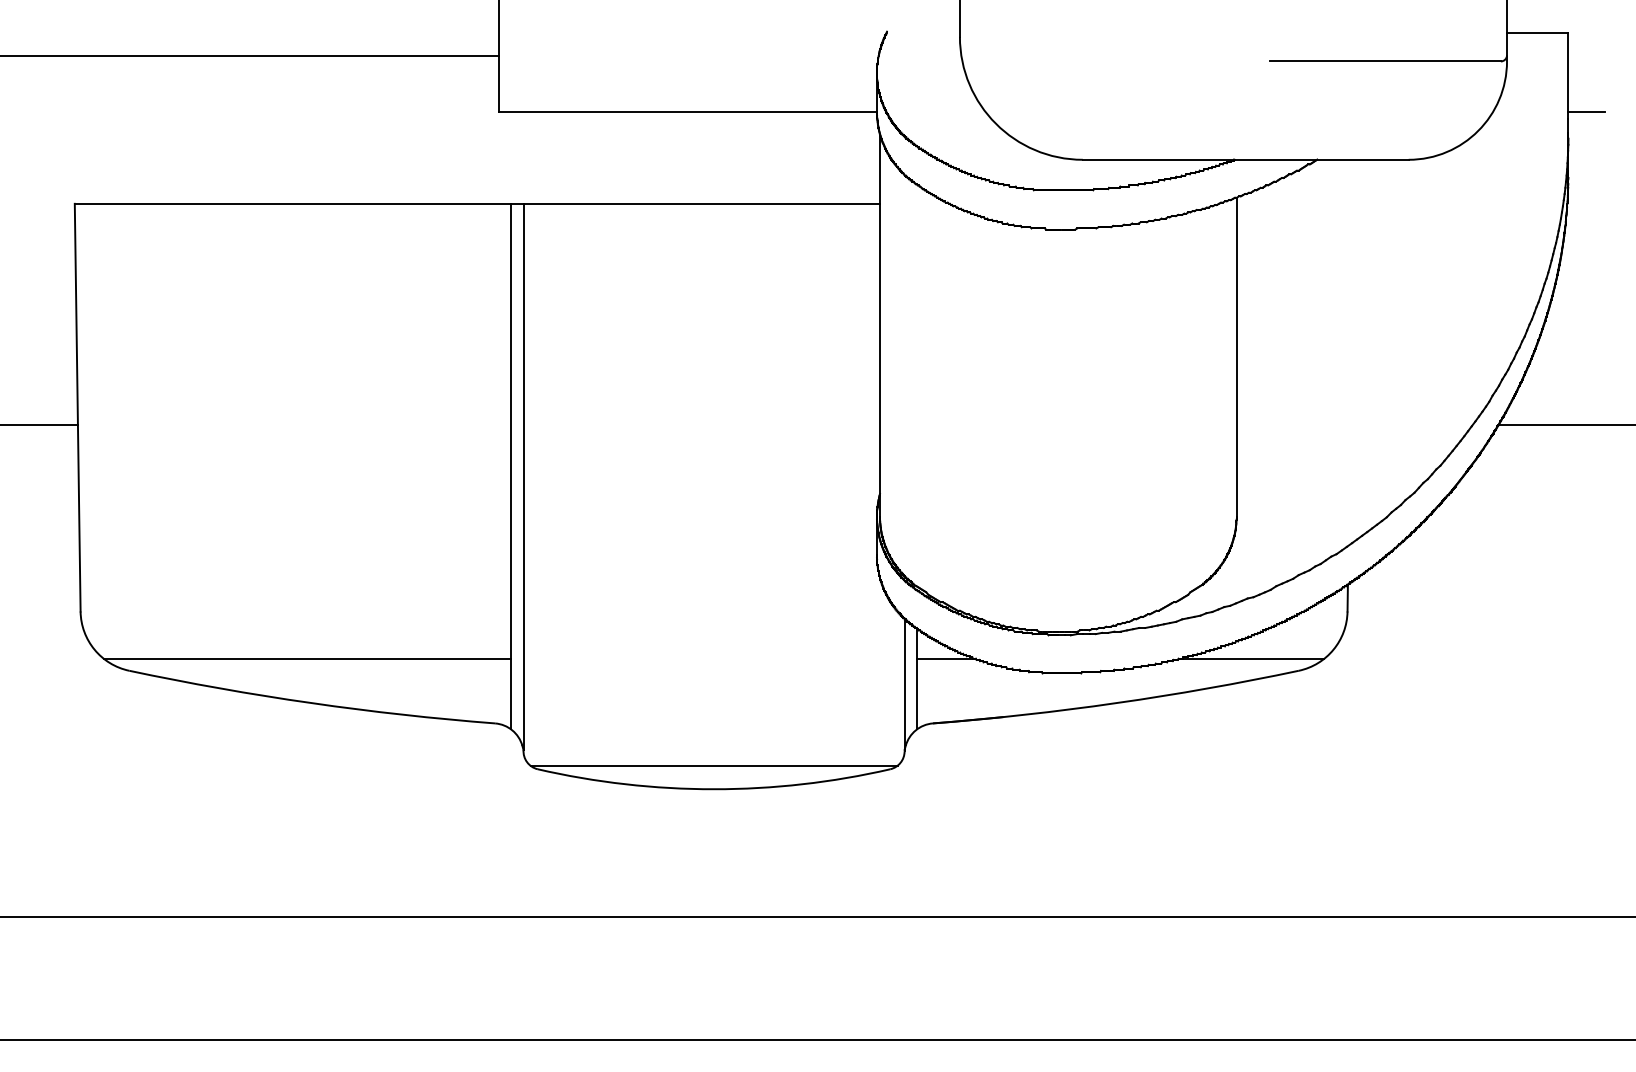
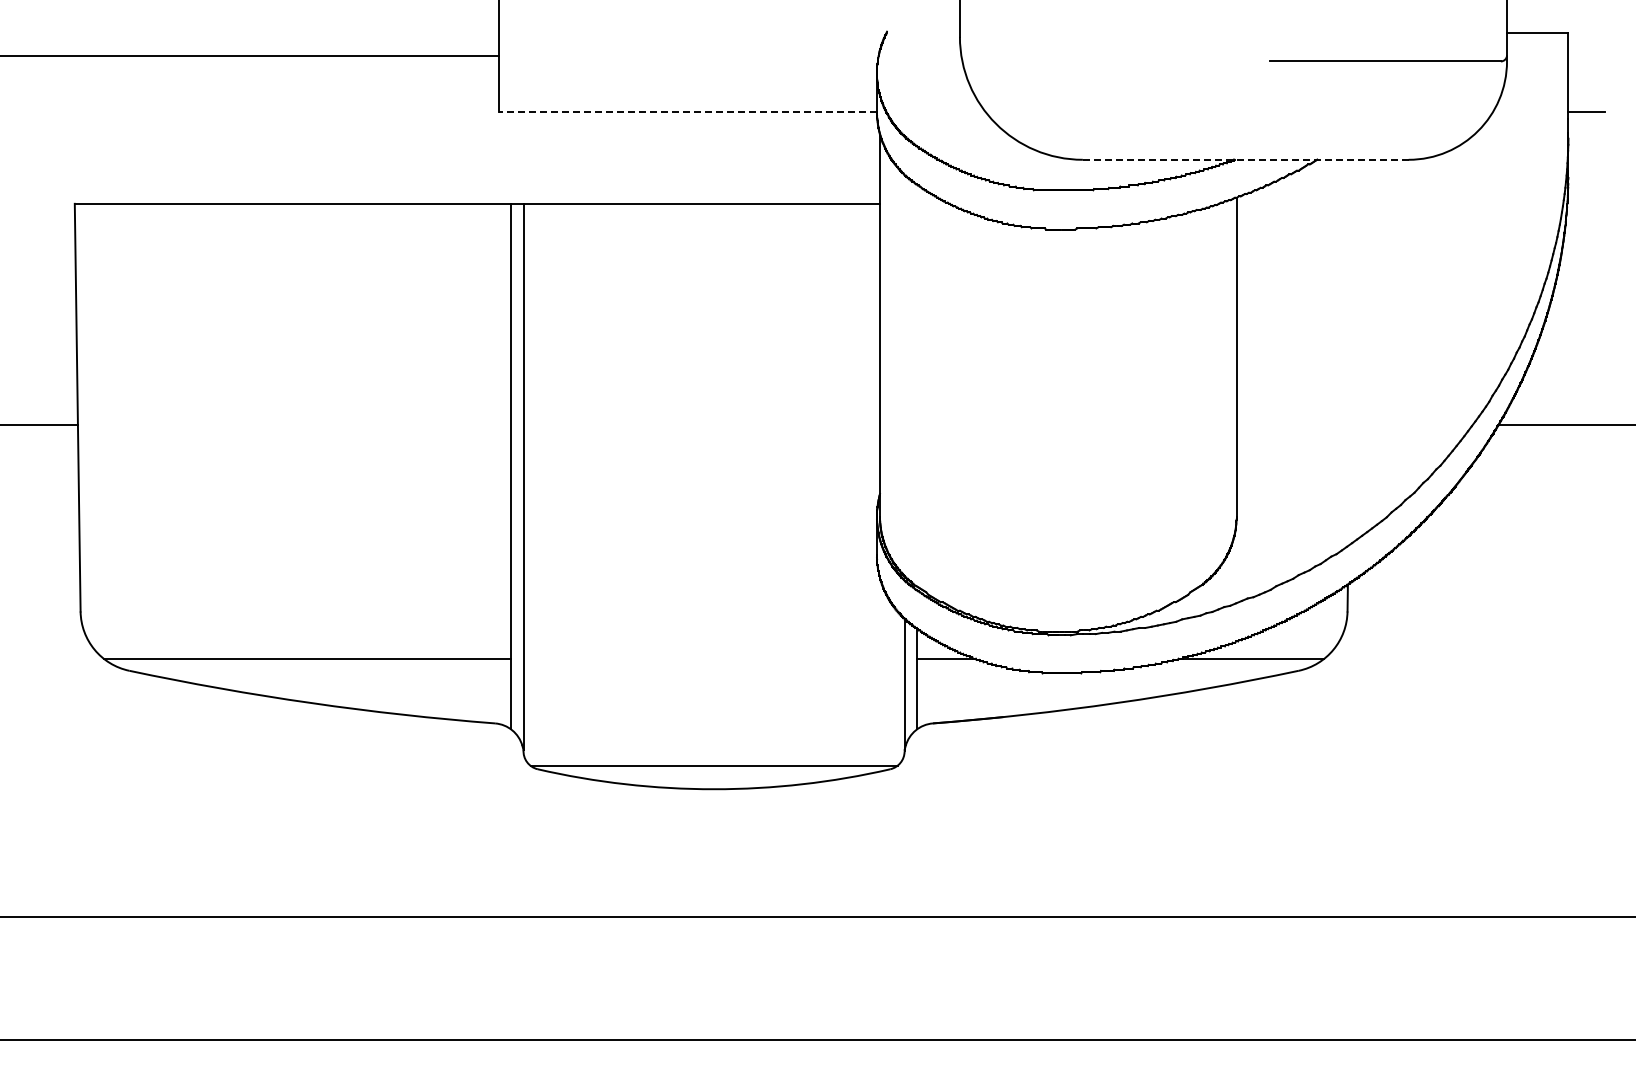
line at (687, 111): solid -> dashed
line at (1245, 159): solid -> dashed
